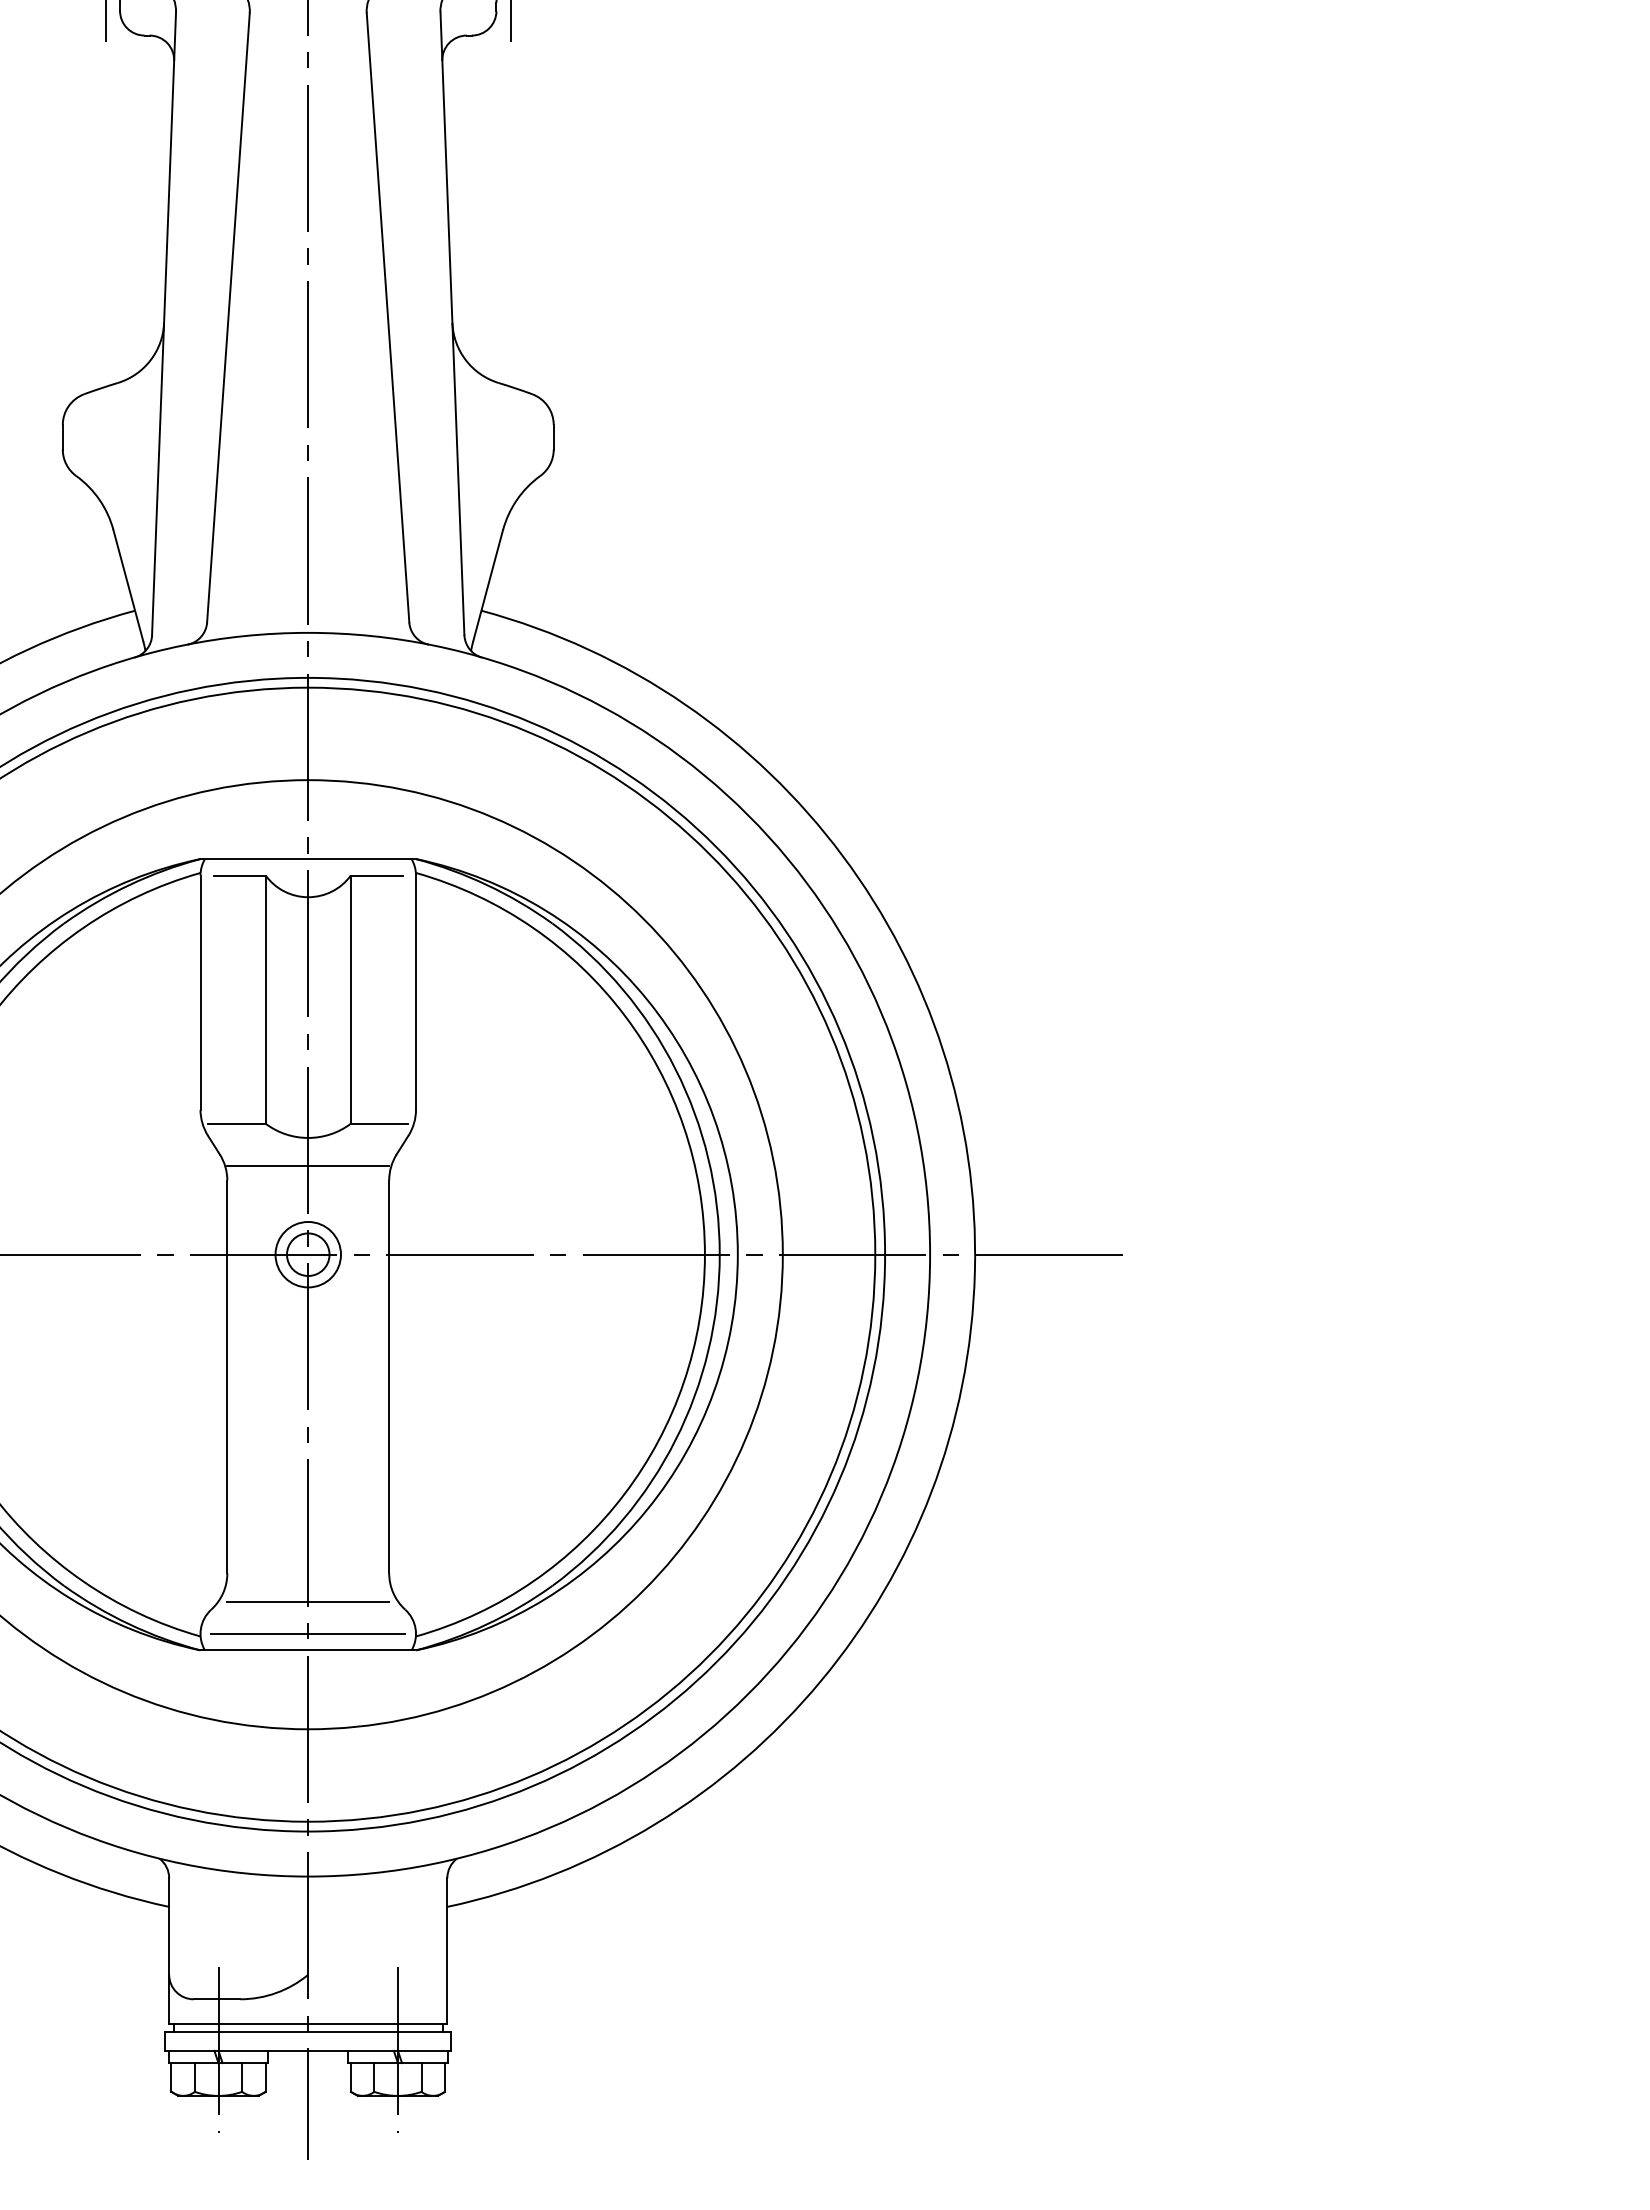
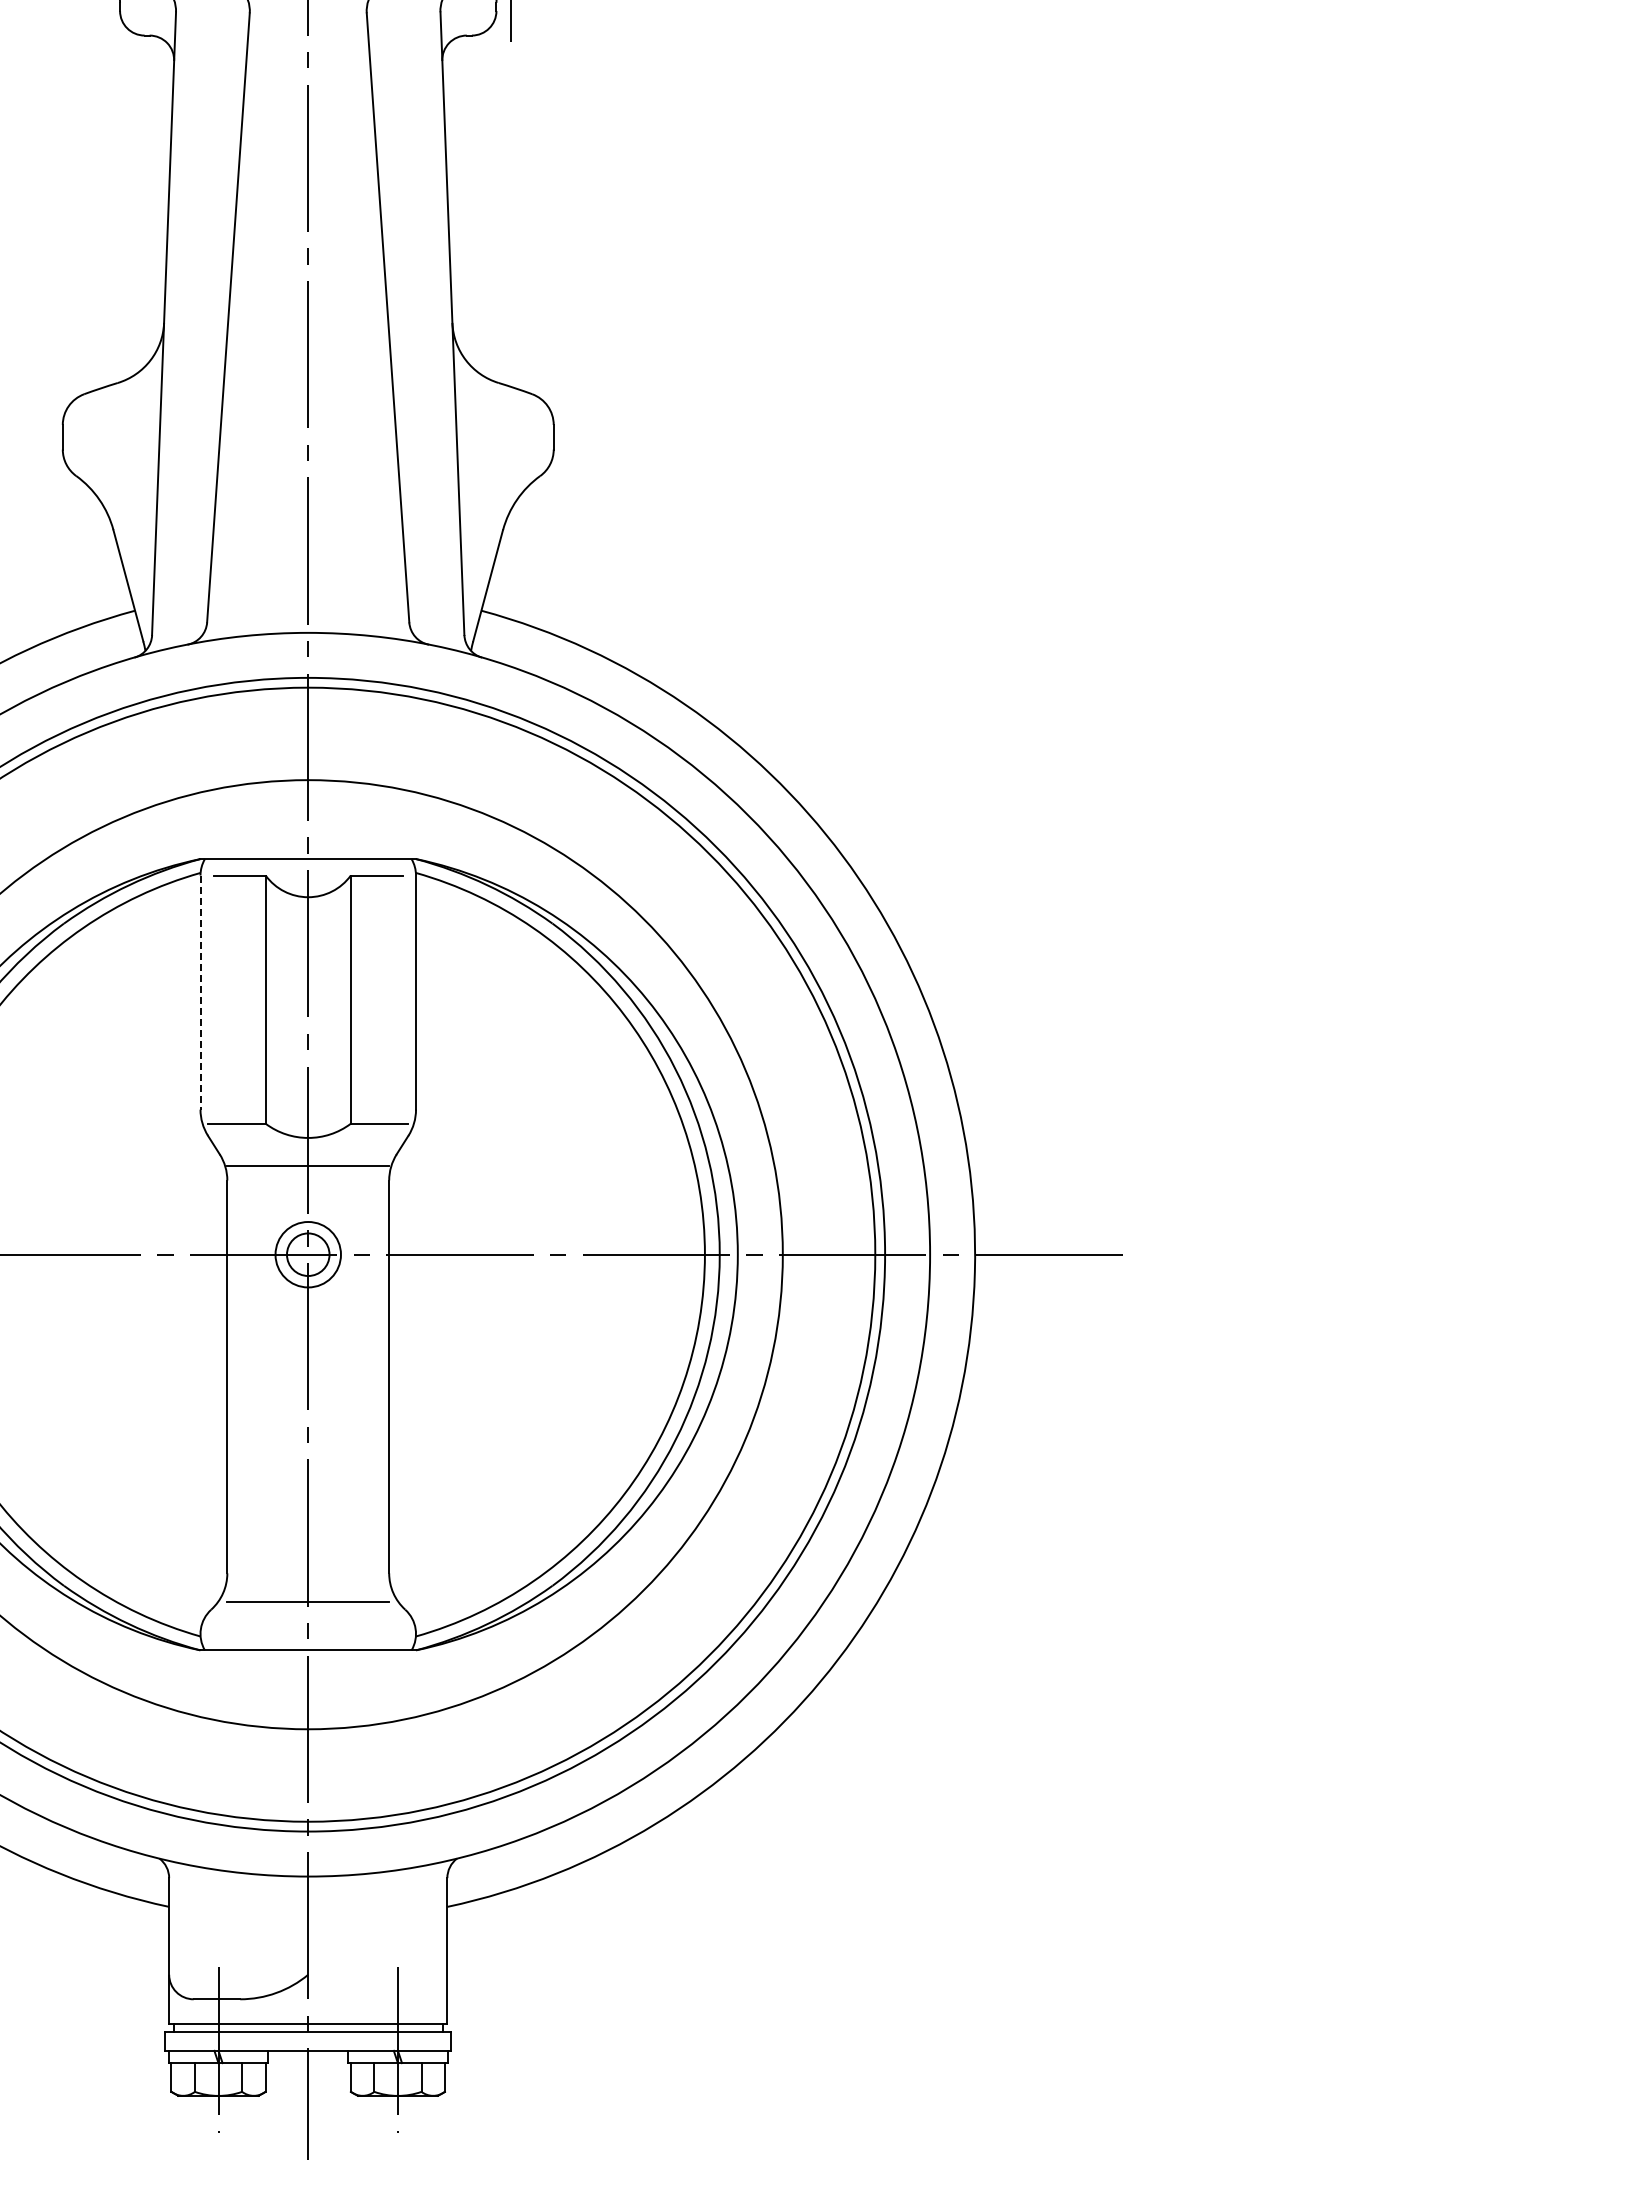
line at (105, 22): present -> none
line at (200, 993): solid -> dashed
line at (308, 1633): present -> none
